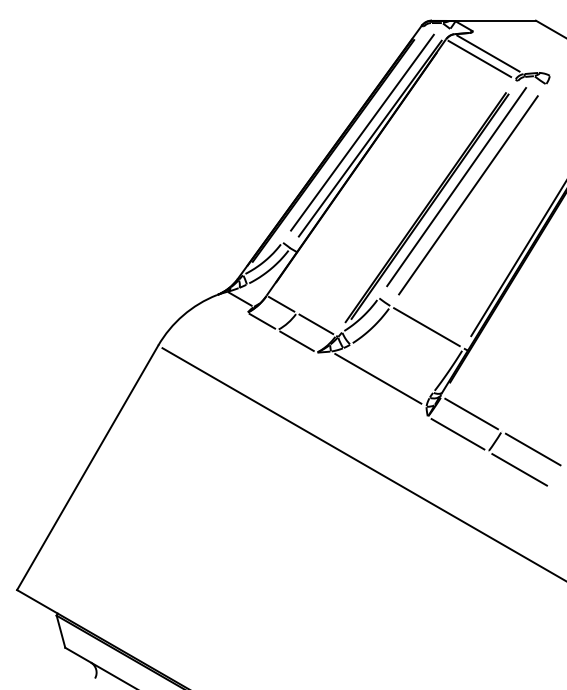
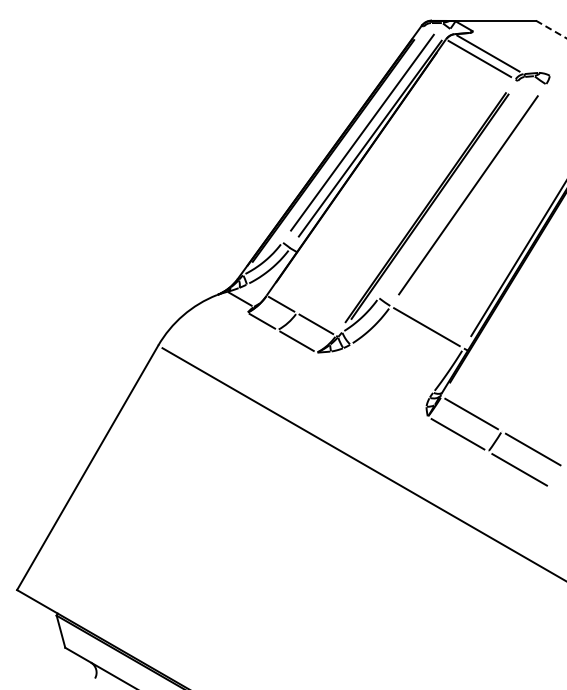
line at (551, 29): solid -> dashed
line at (456, 187): present -> none
line at (378, 378): present -> none
